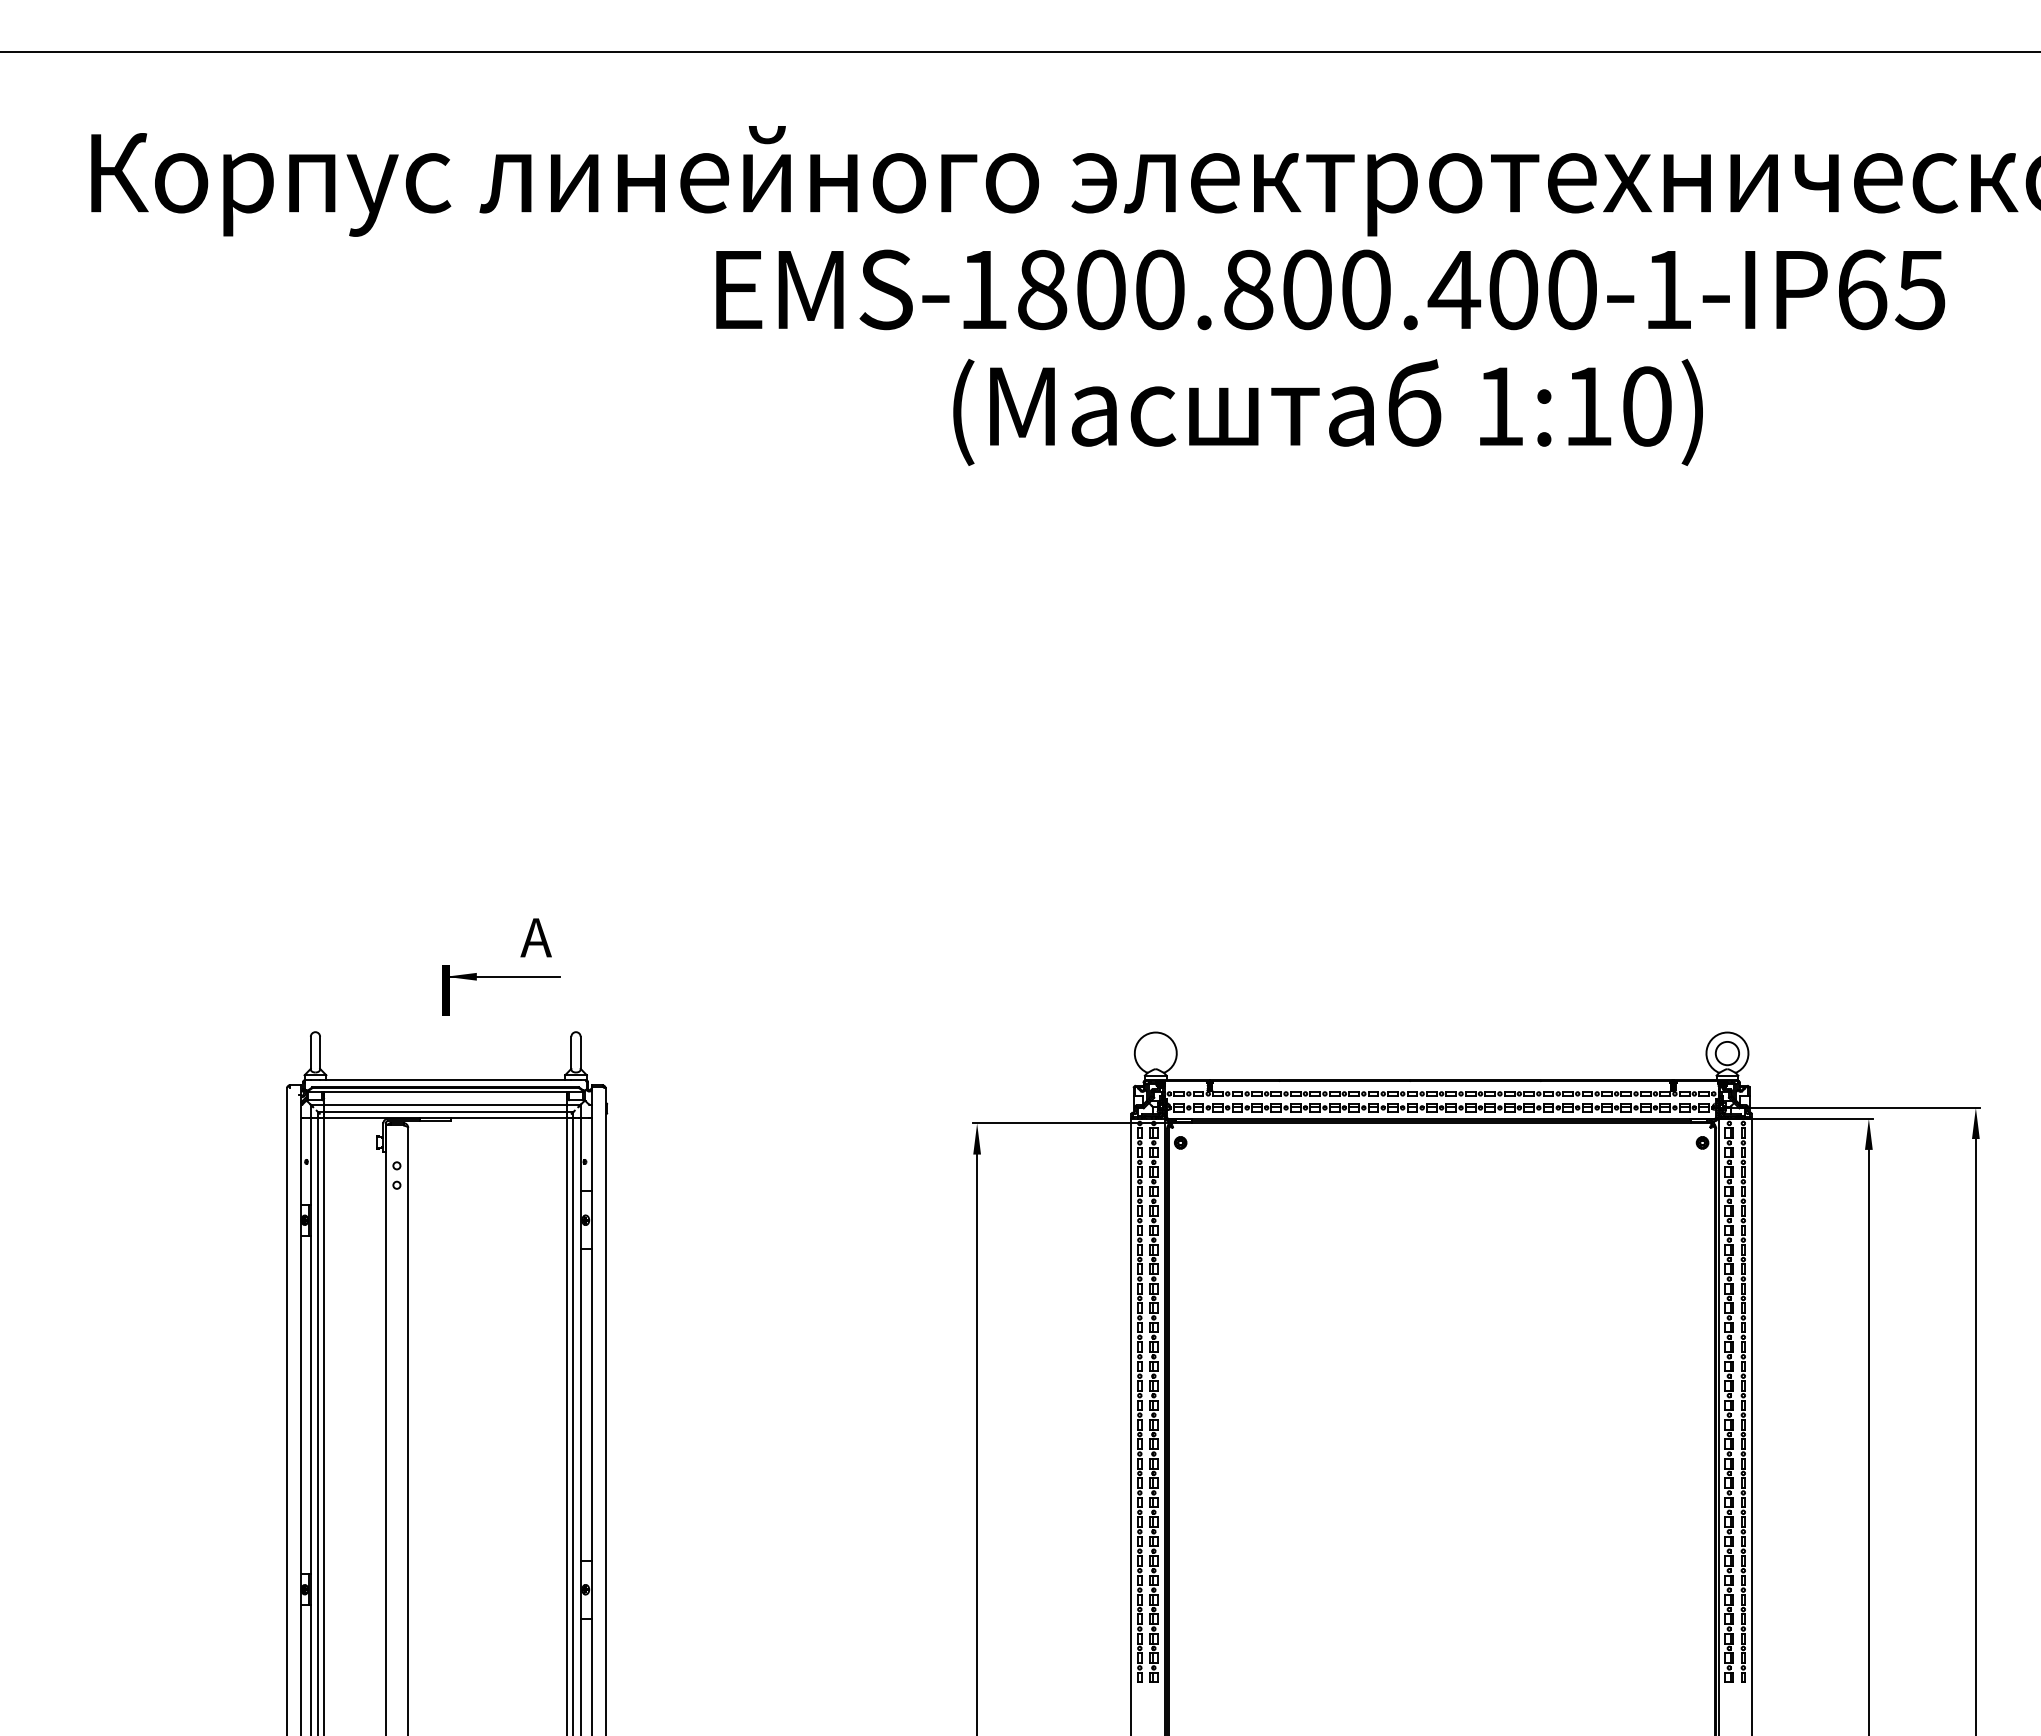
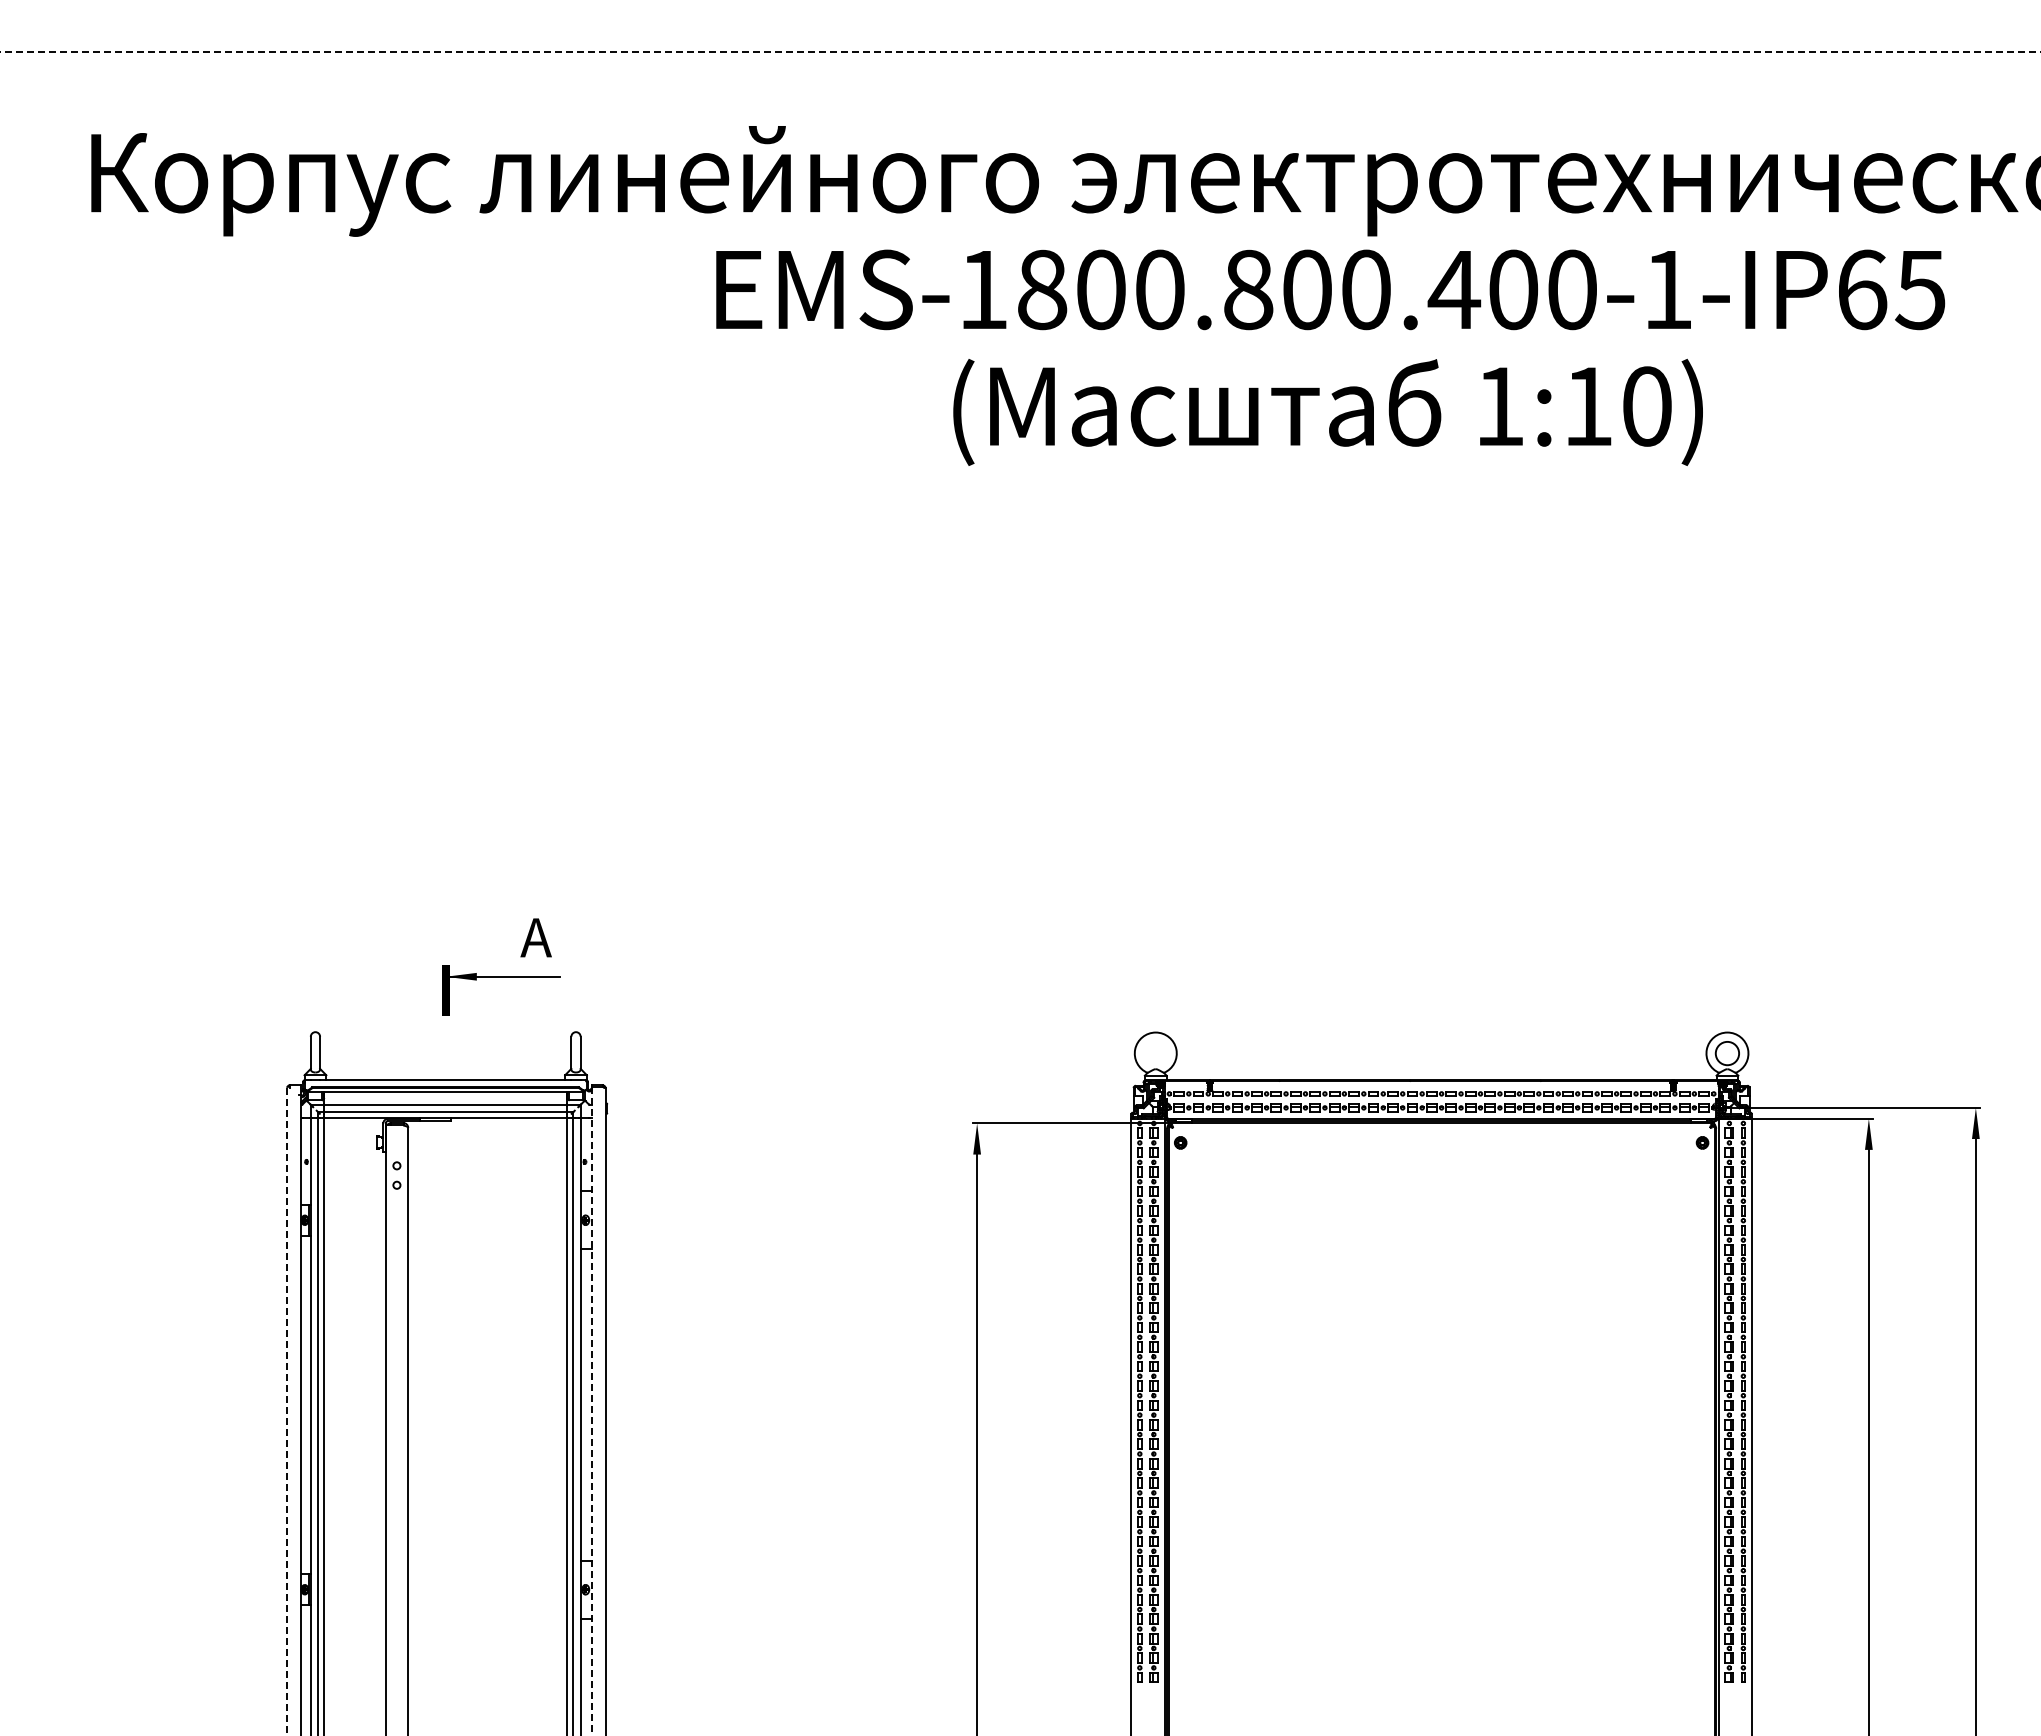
line at (1020, 51): solid -> dashed
line at (287, 1411): solid -> dashed
line at (591, 1411): solid -> dashed
